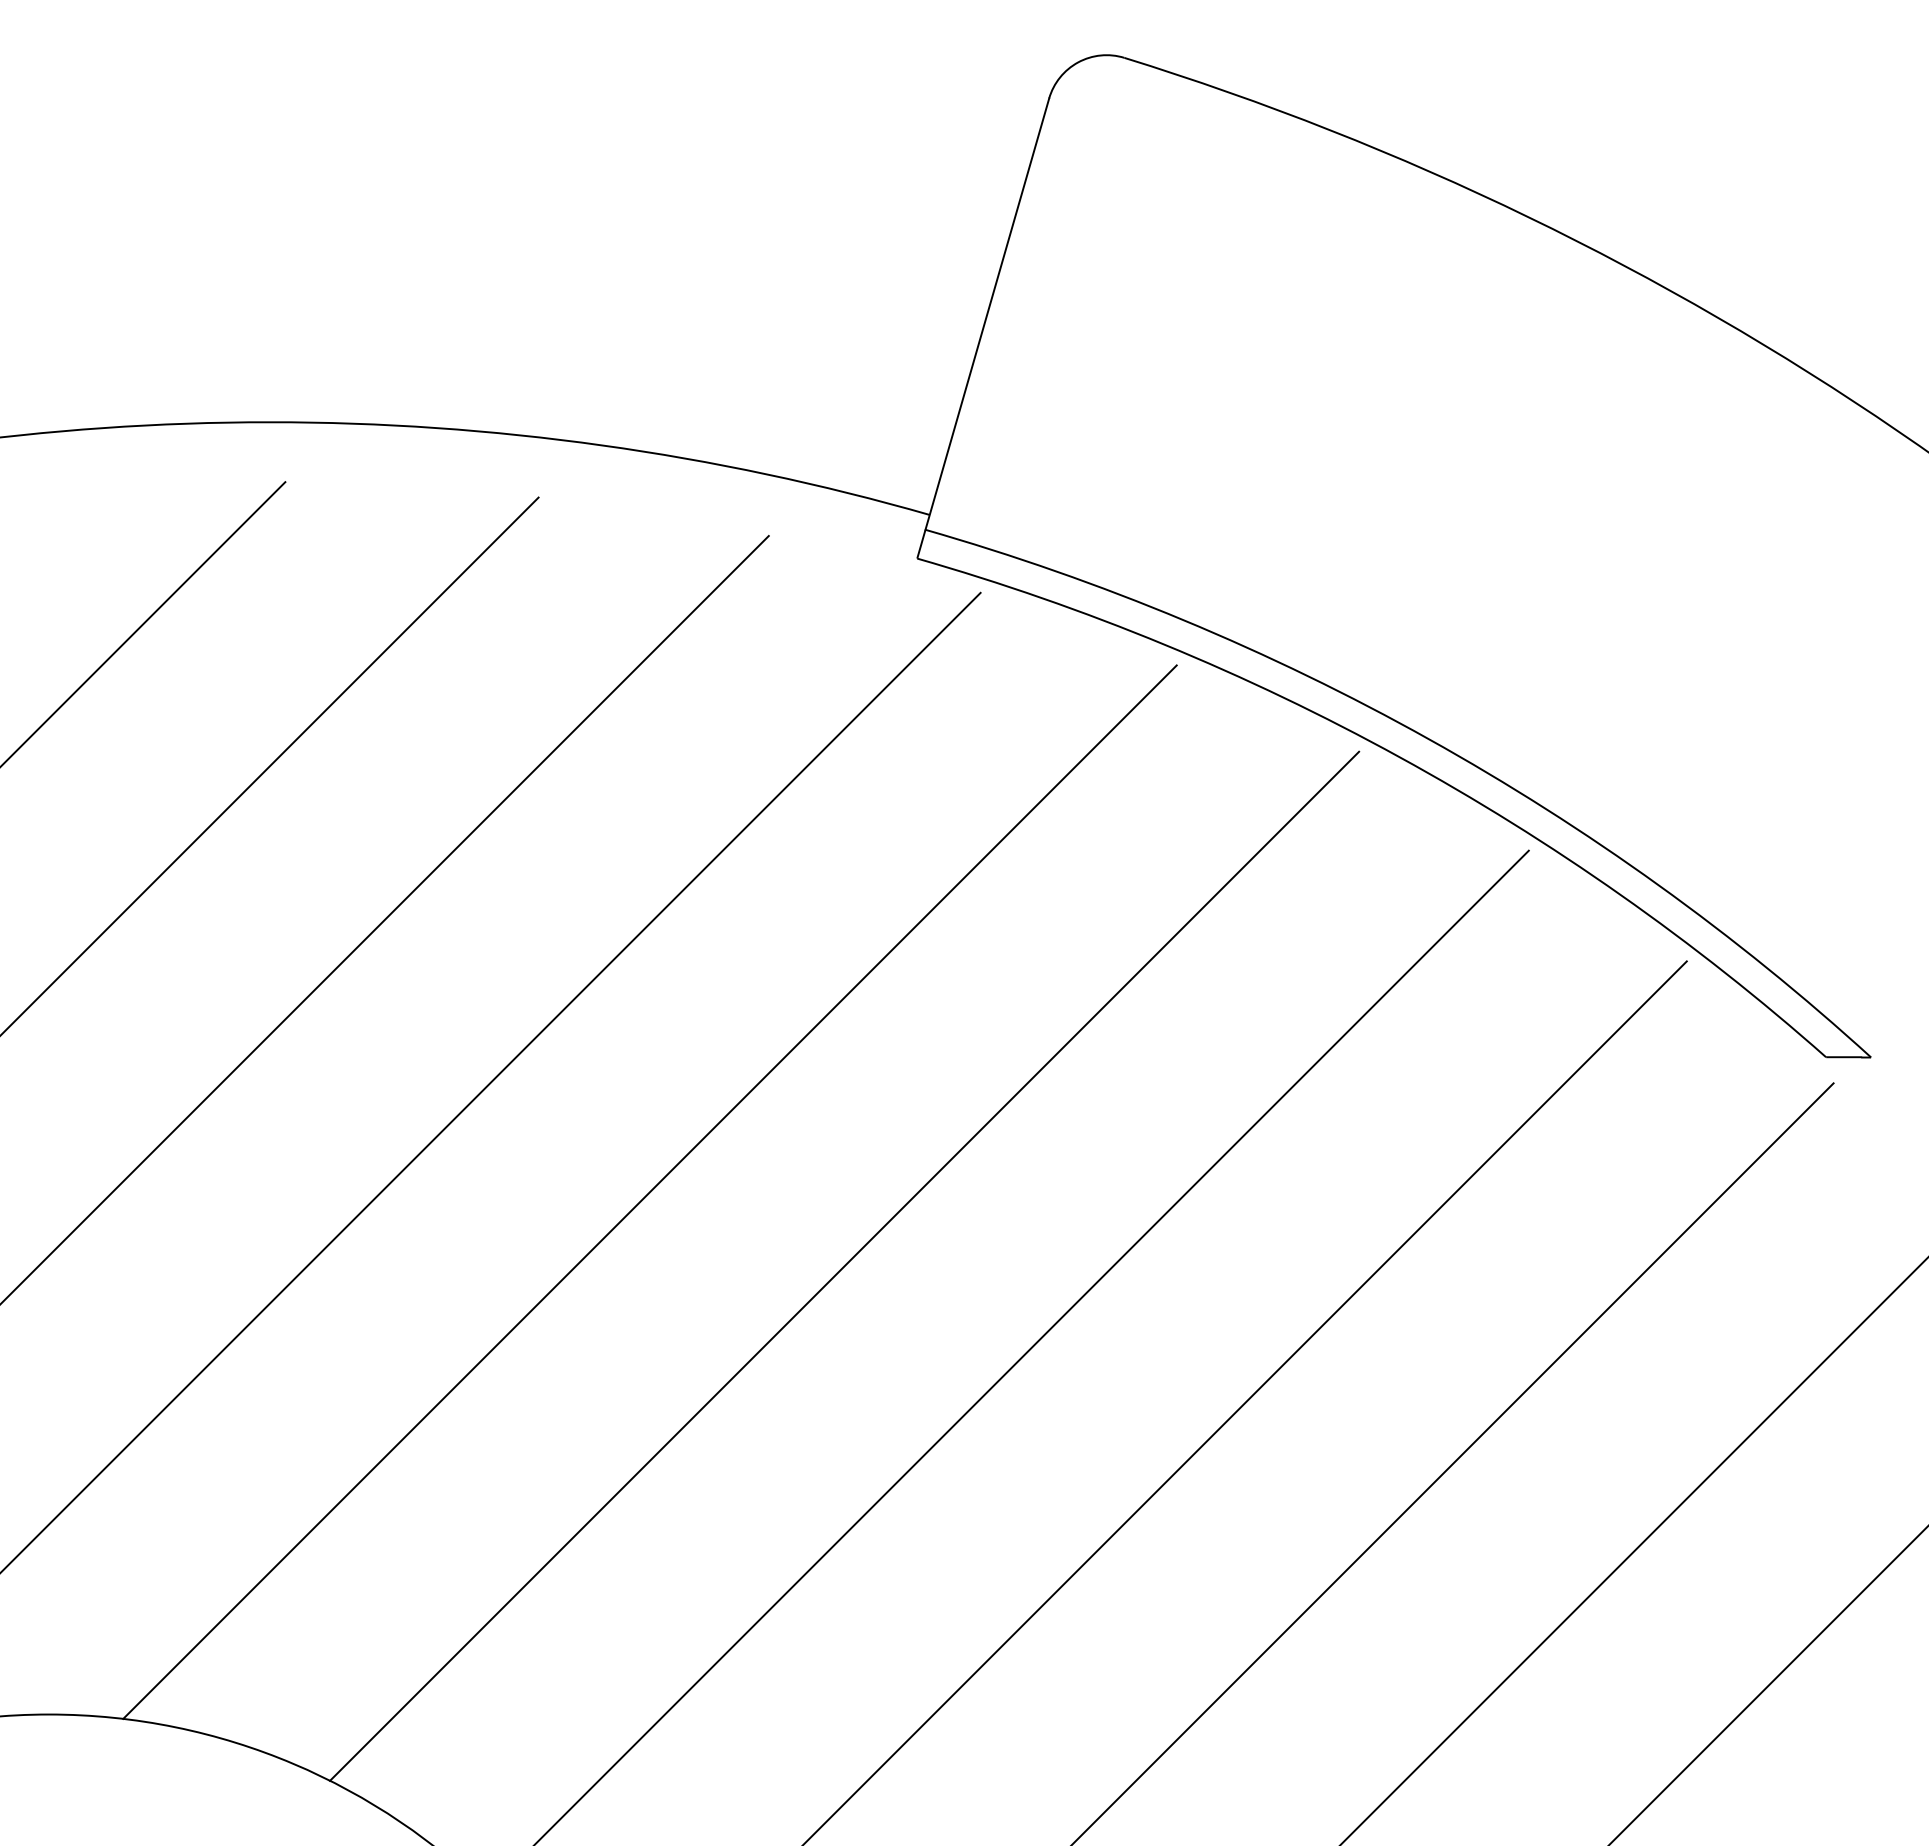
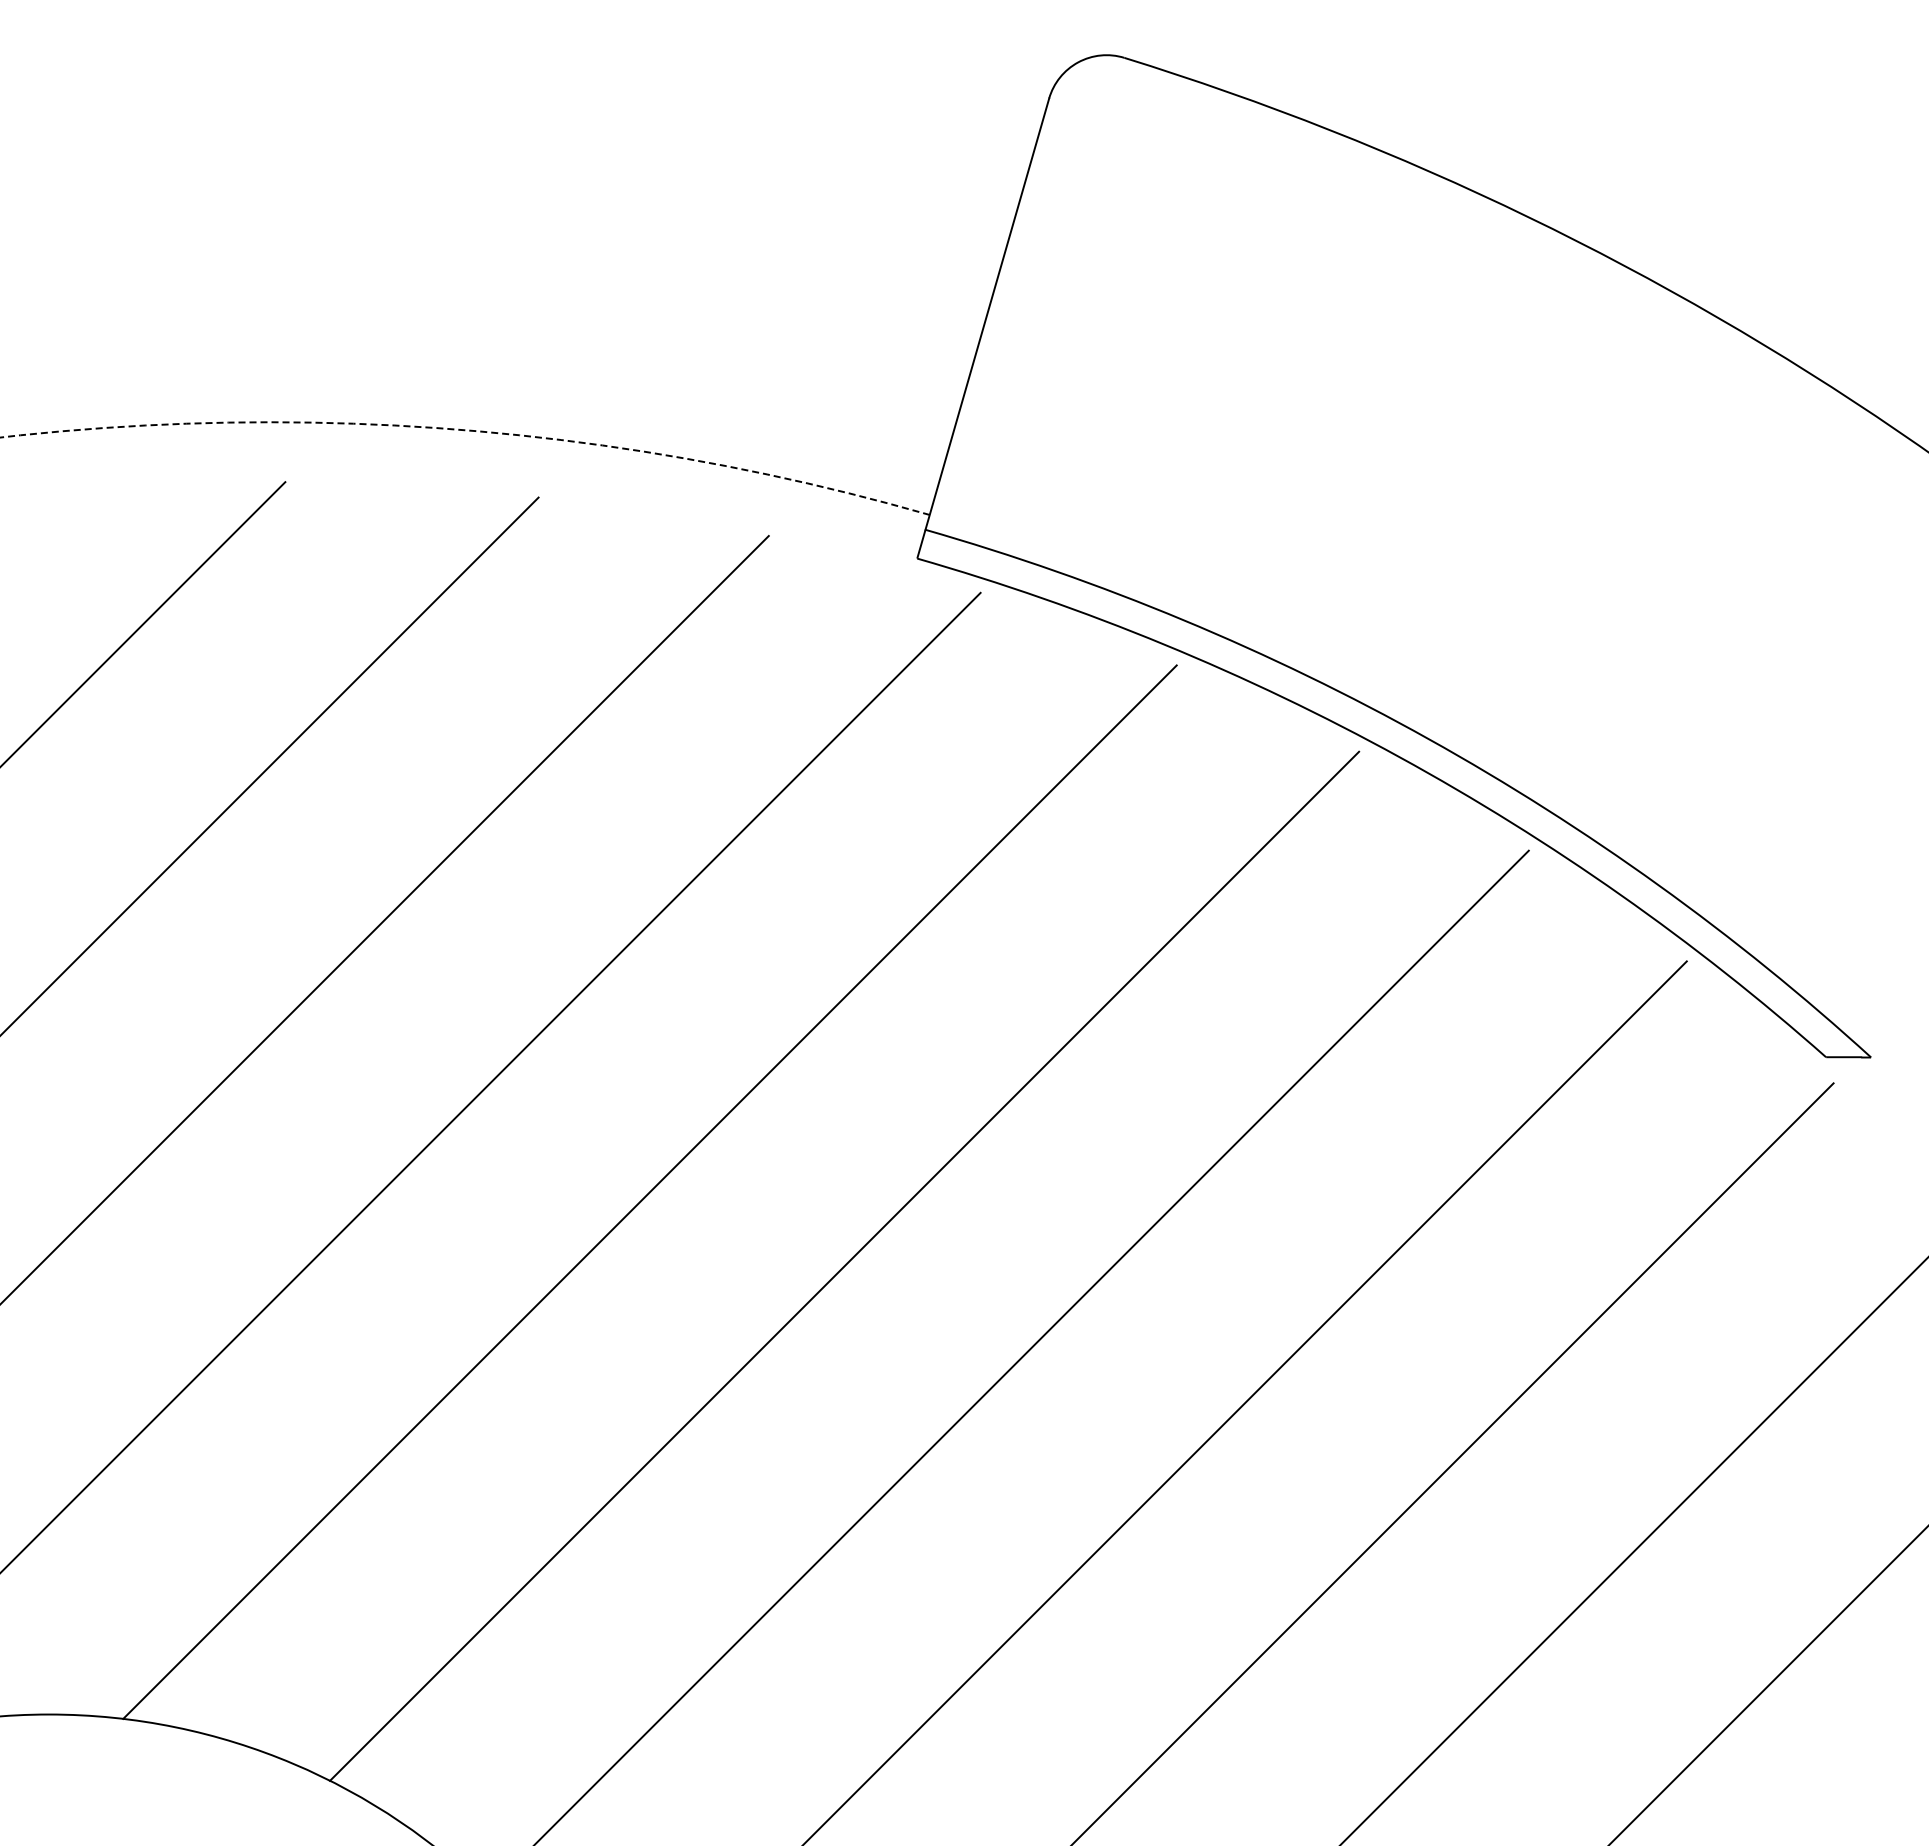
arc at (468, 430): solid -> dashed
